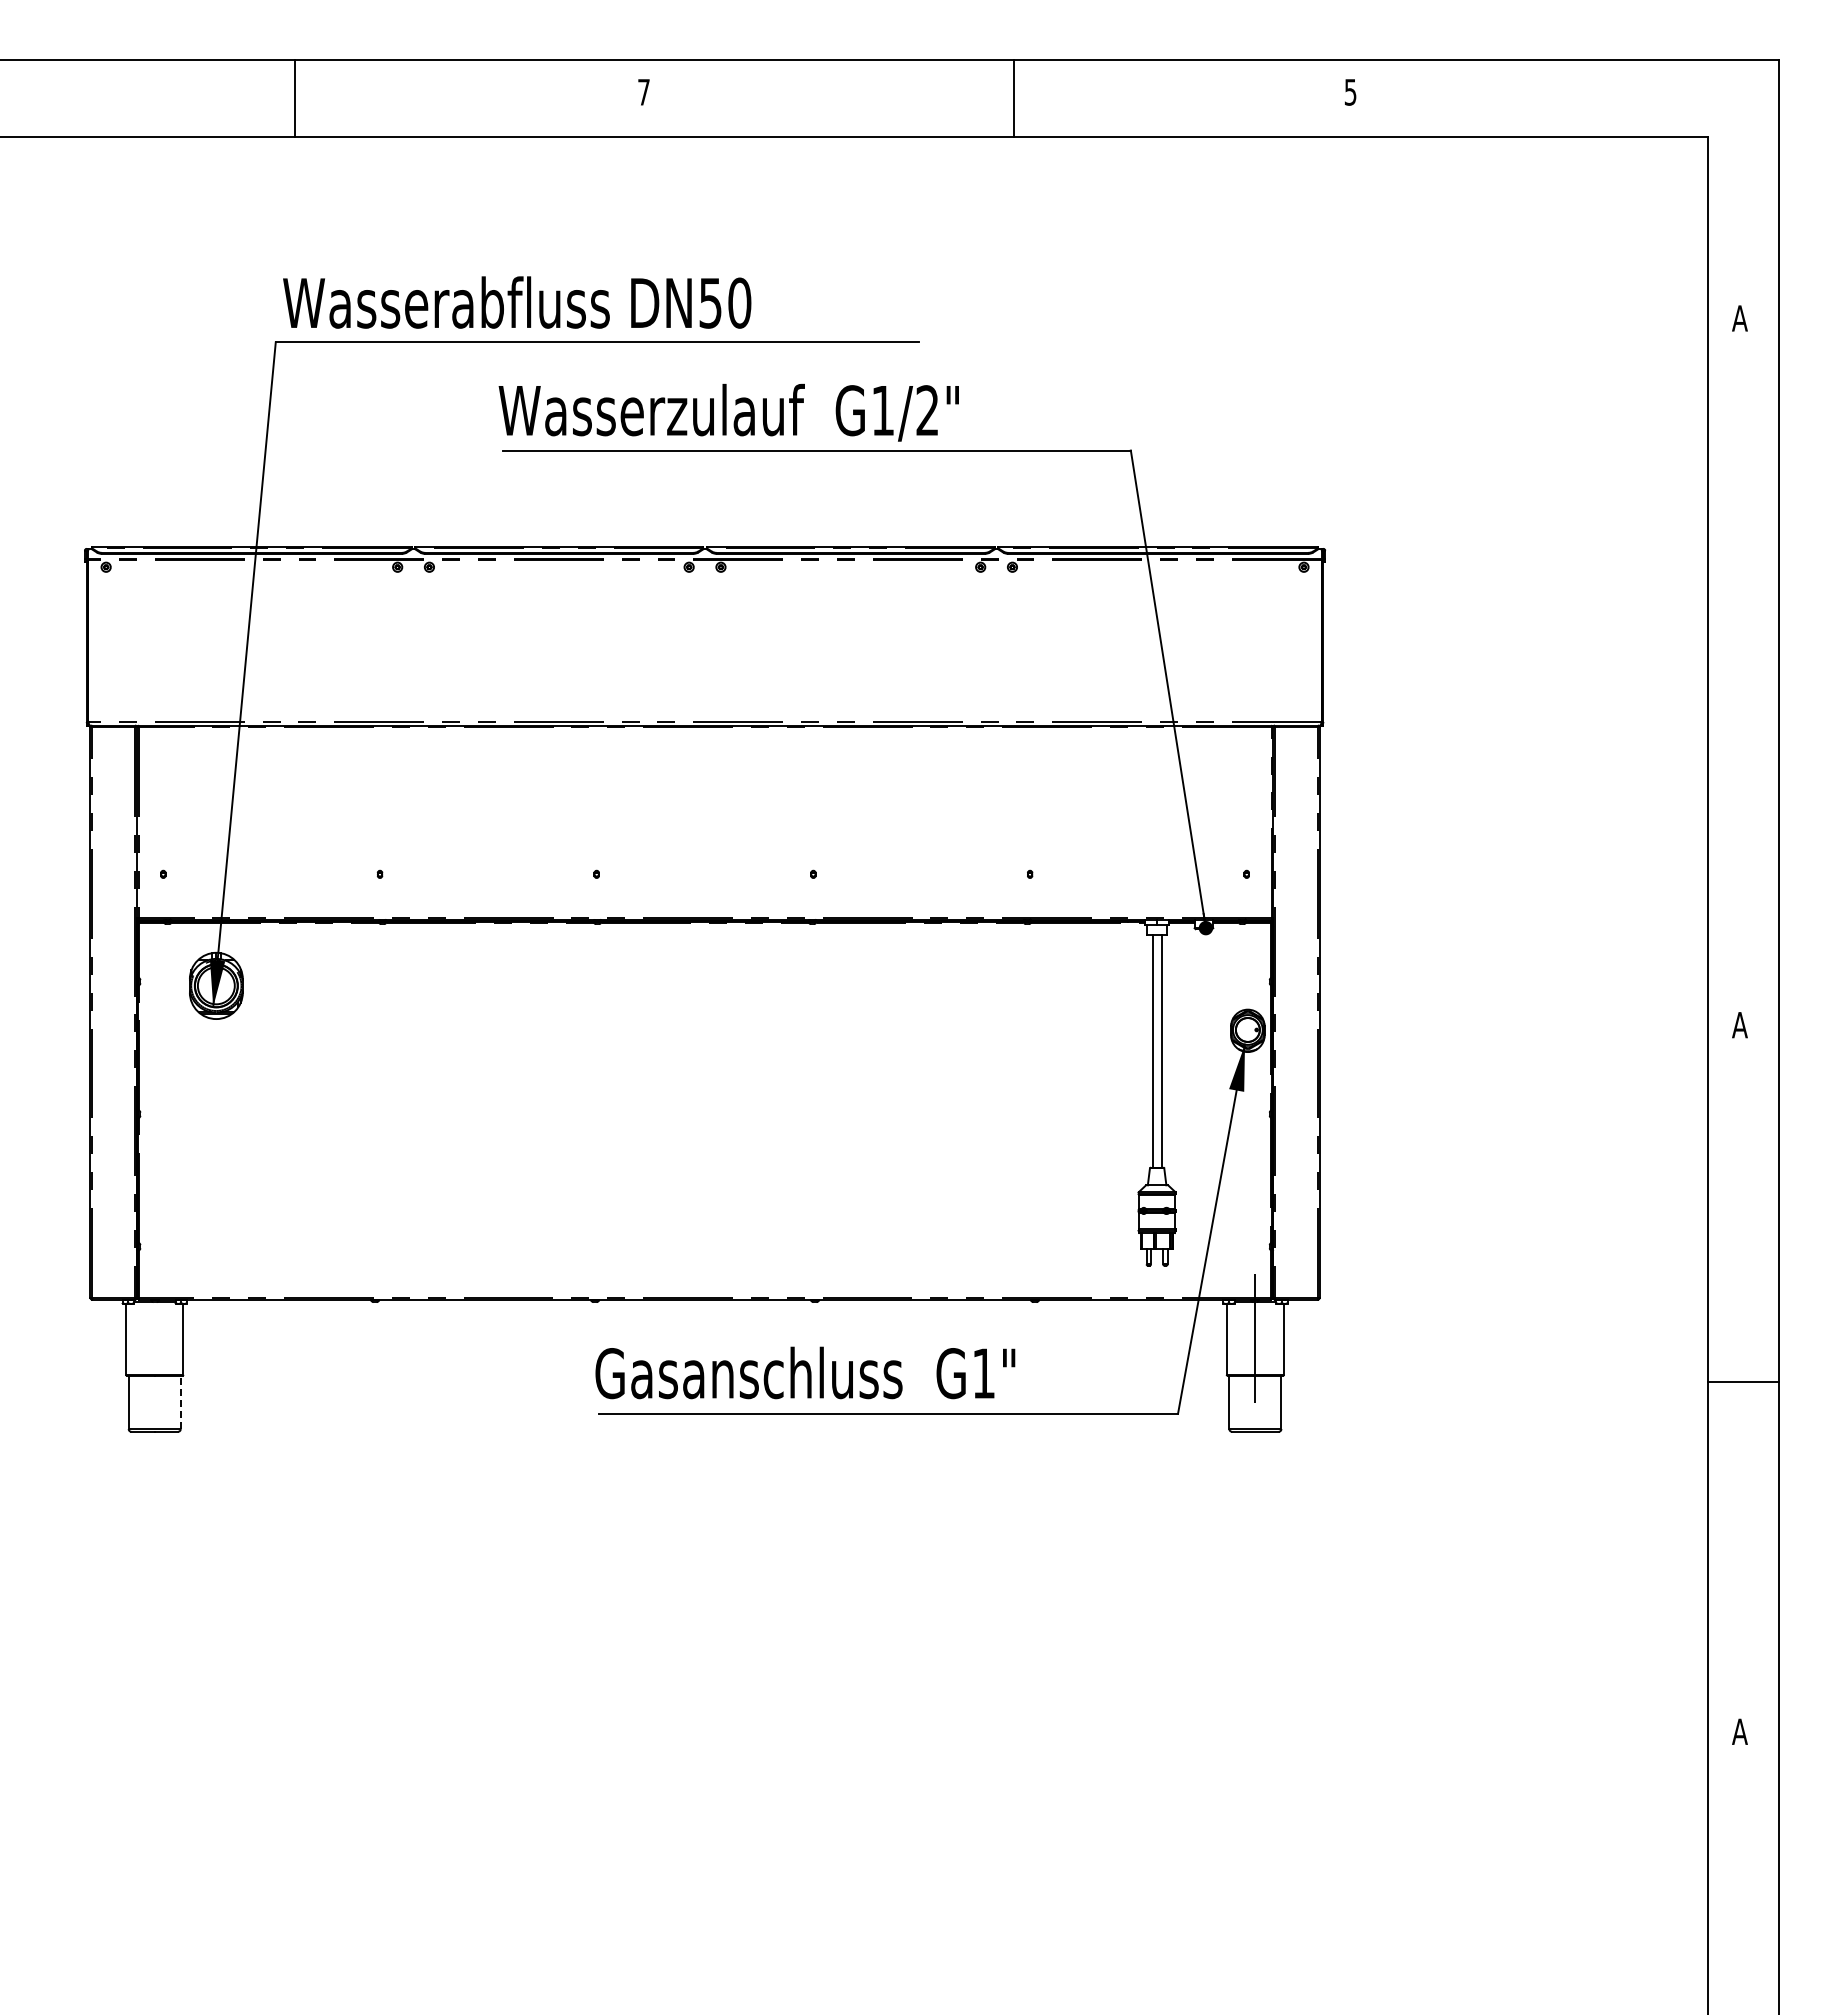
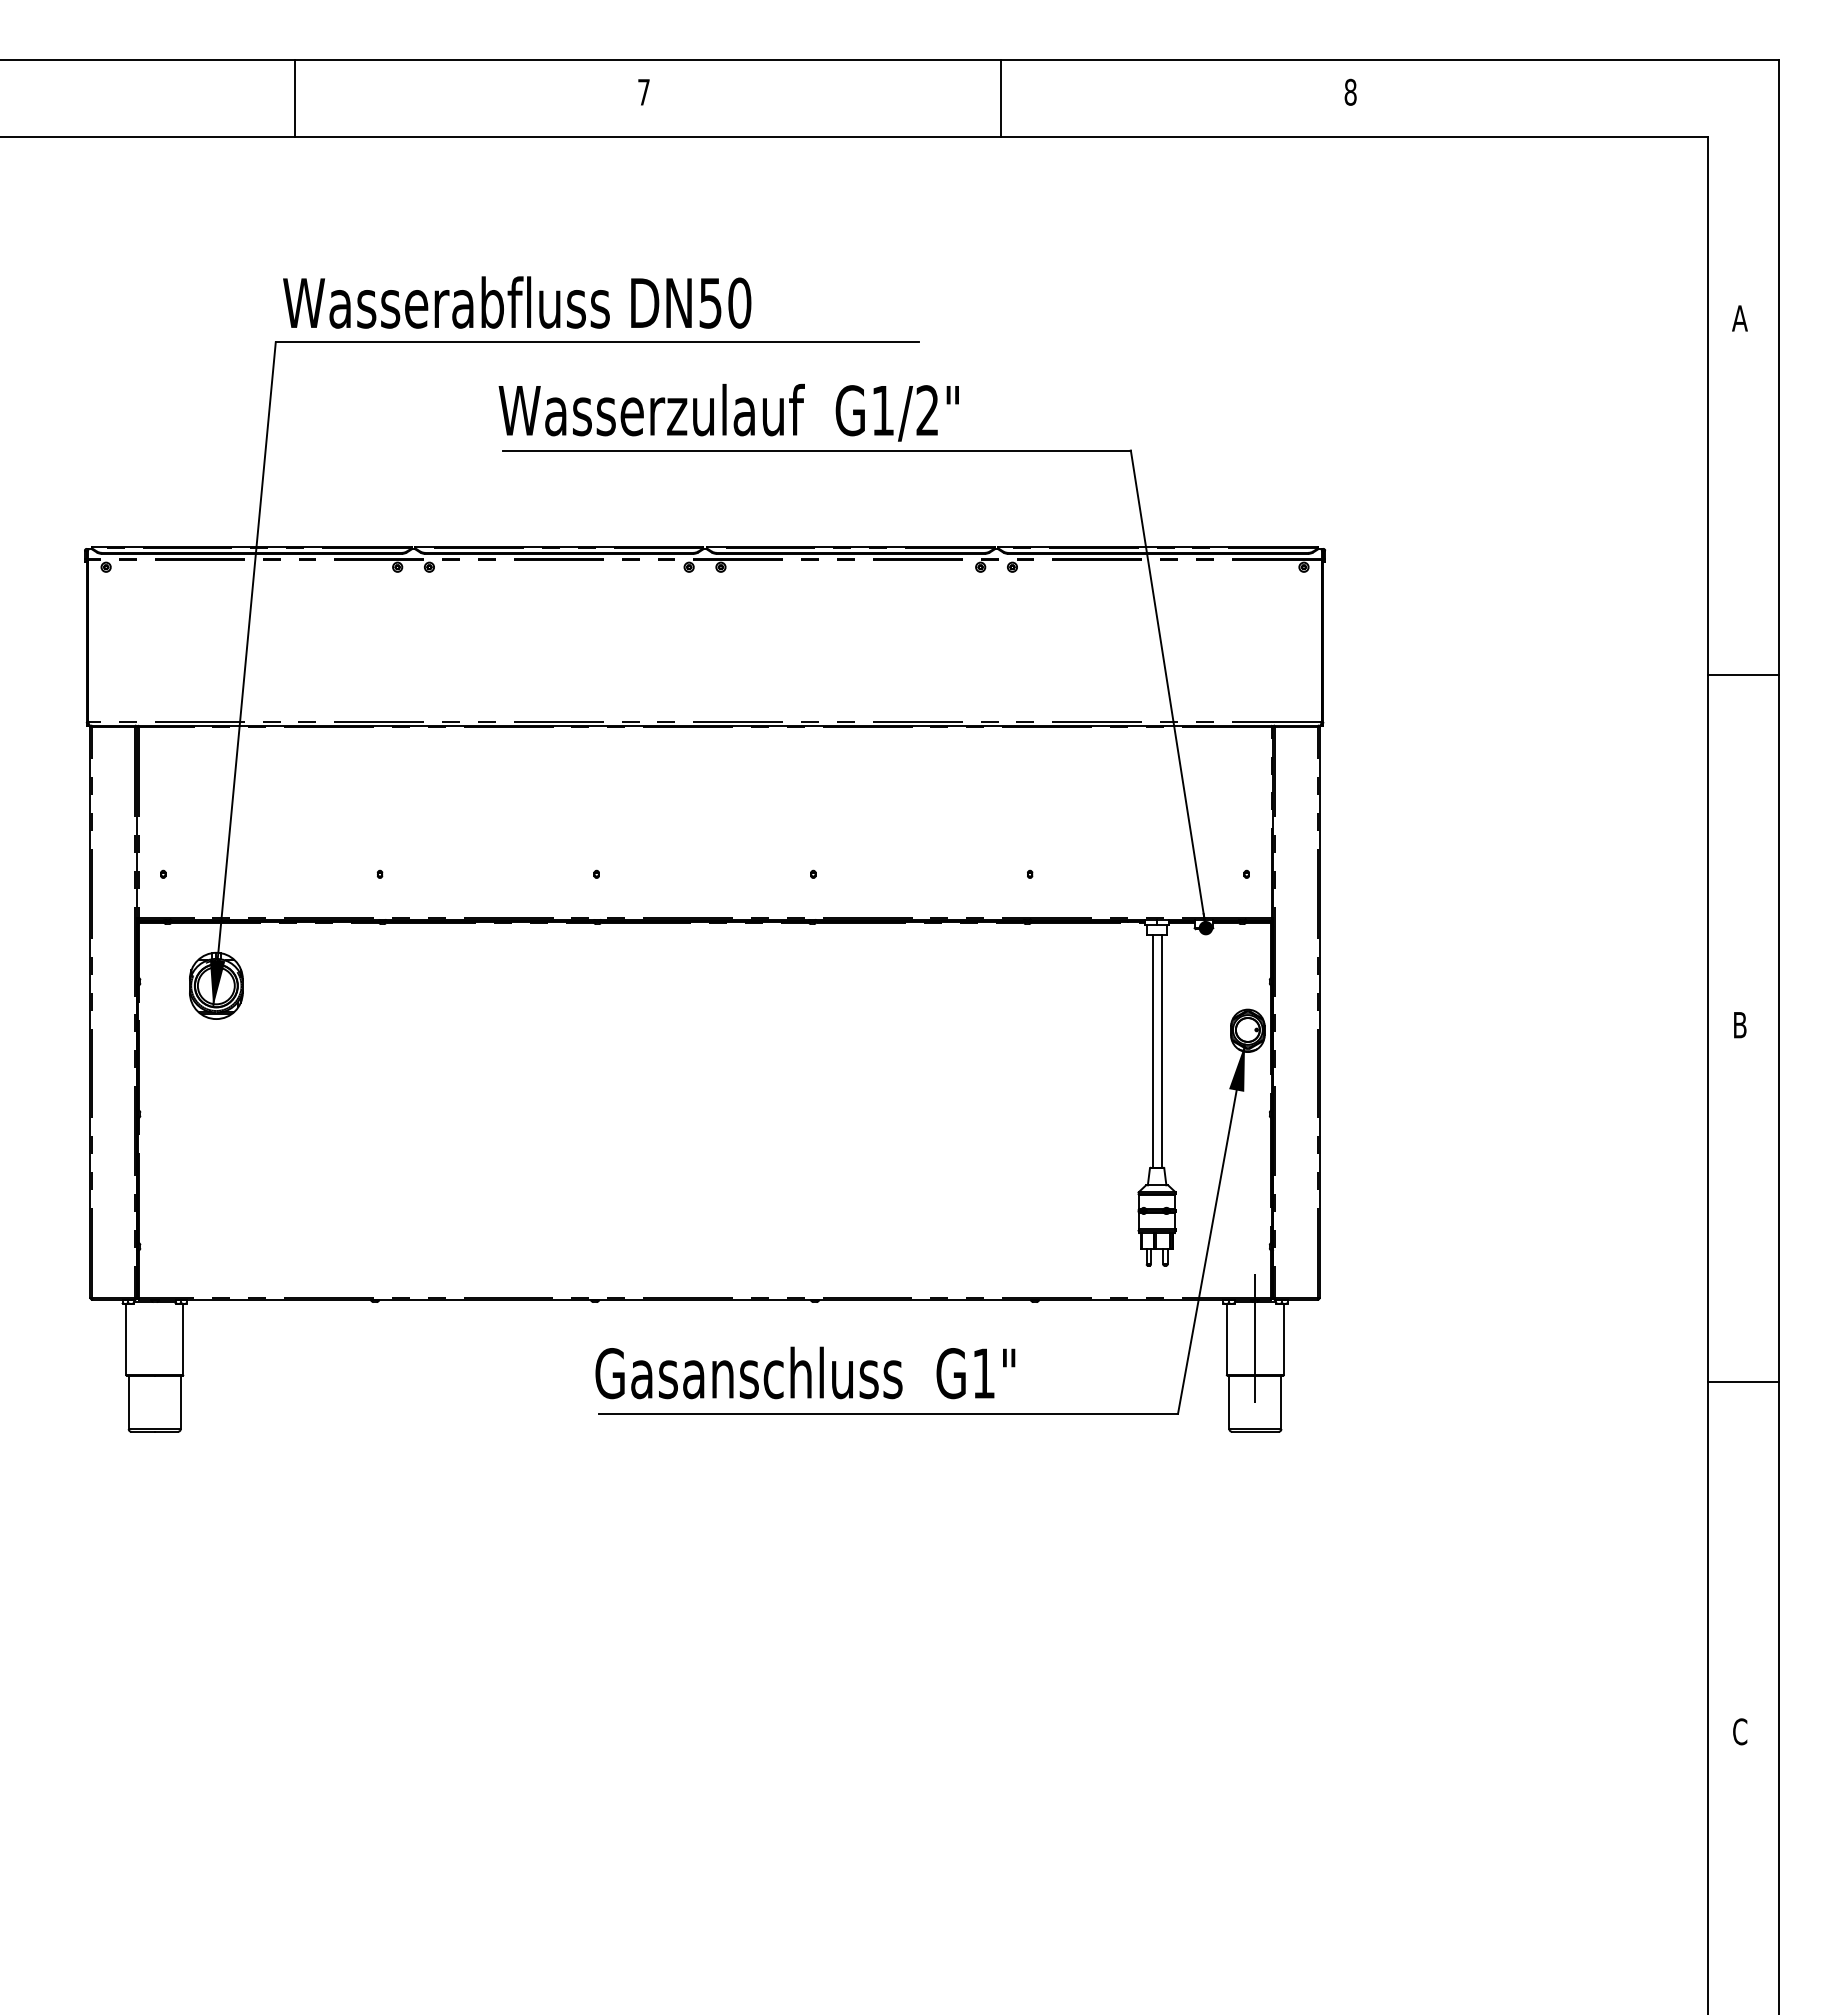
text at (1350, 91): 5 -> 8
line at (1014, 98) position: (1014, 98) -> (1001, 98)
line at (1743, 675): none -> present
text at (1739, 1025): A -> B
line at (180, 1402): dashed -> solid
text at (1739, 1731): A -> C
